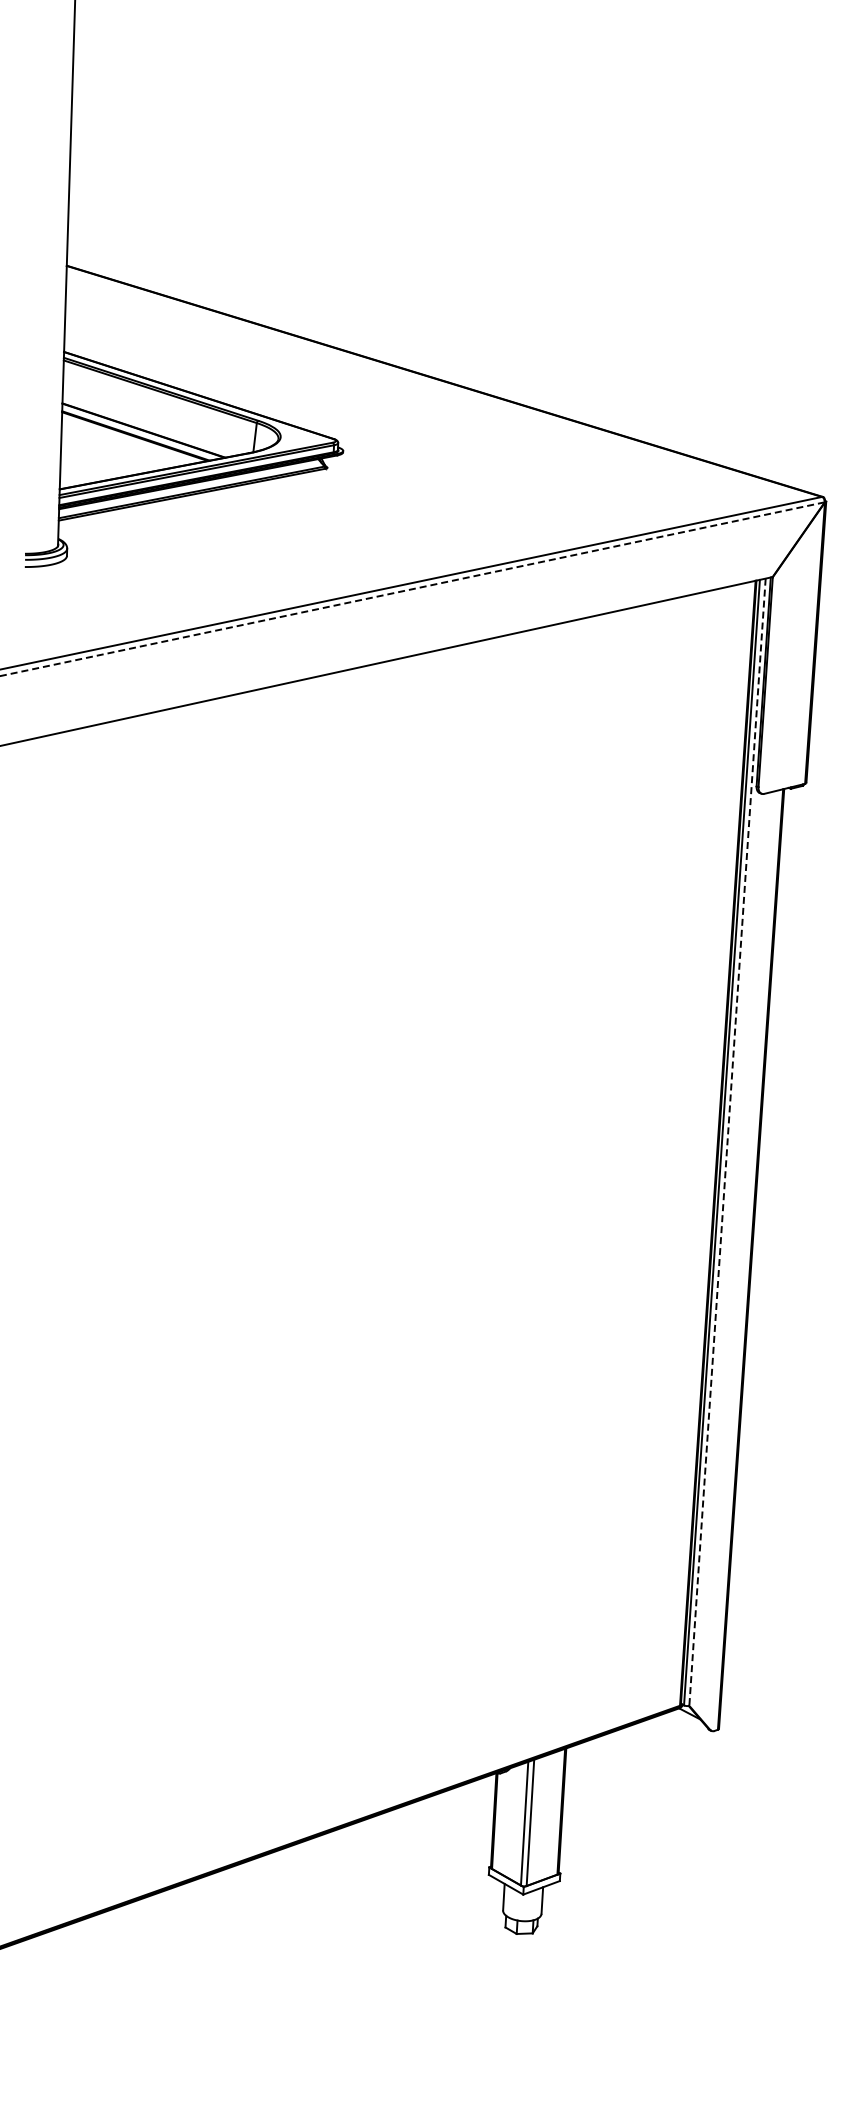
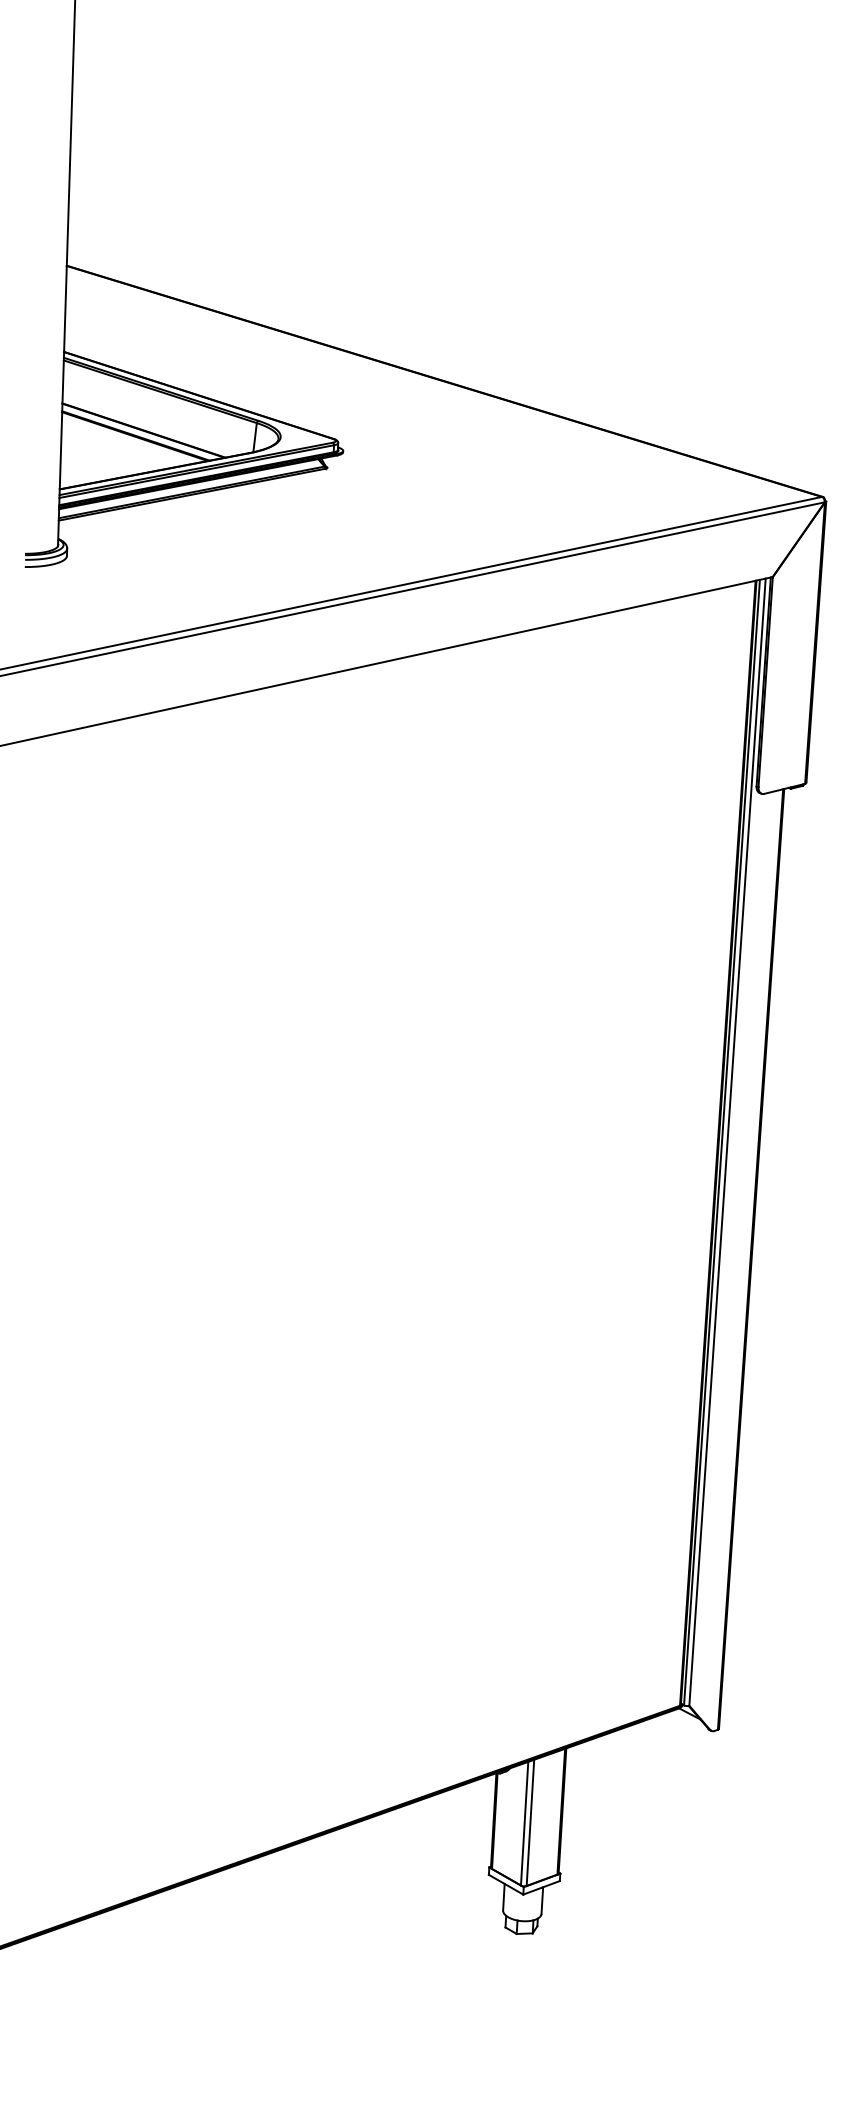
line at (411, 589): dashed -> solid
line at (727, 1142): dashed -> solid
